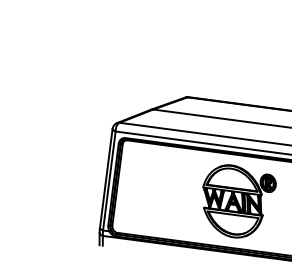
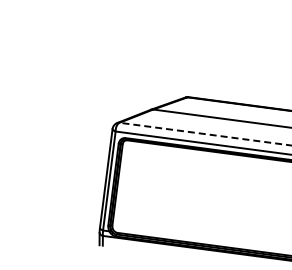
line at (204, 134): solid -> dashed
part at (239, 201): present -> none
